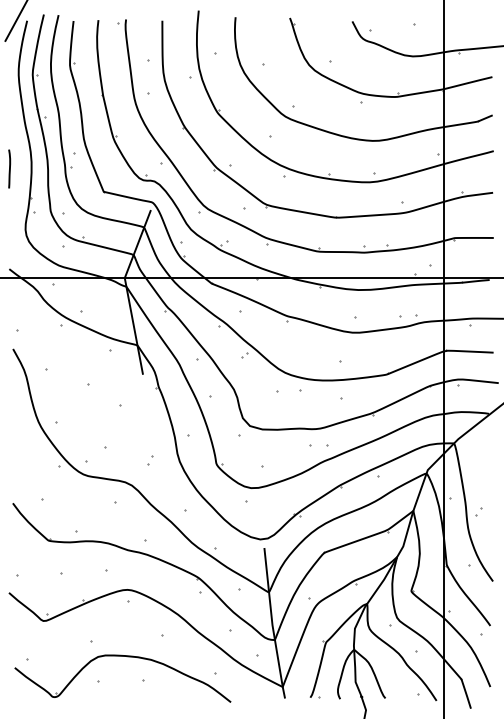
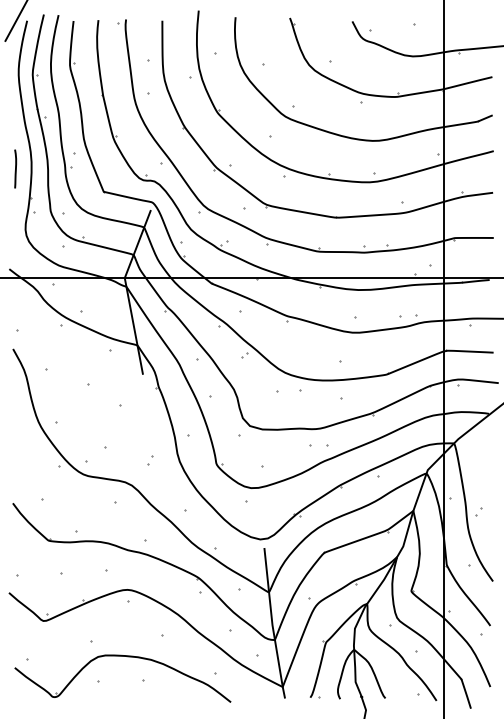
line at (9, 168) position: (9, 168) -> (15, 168)
